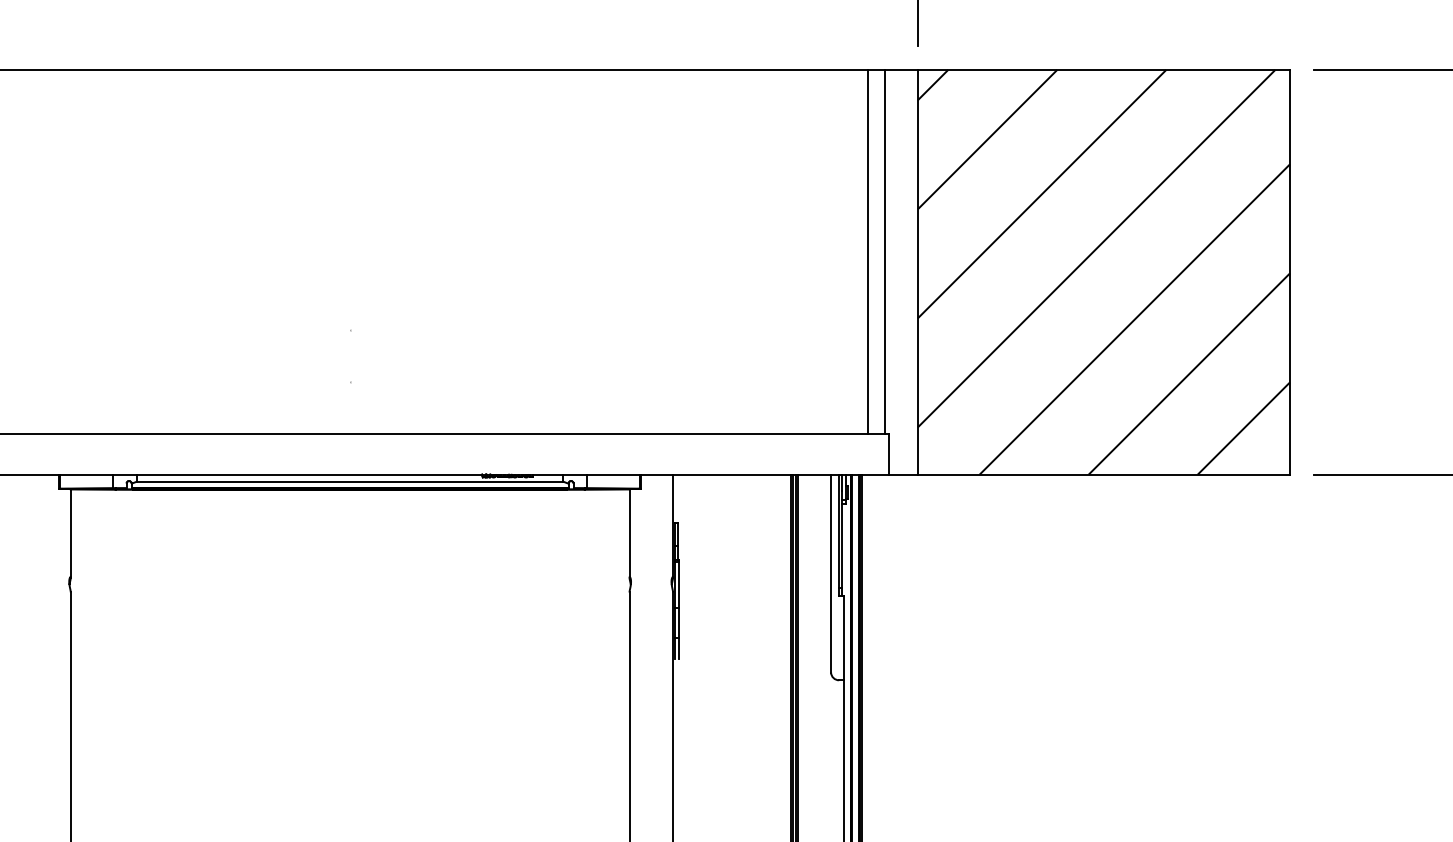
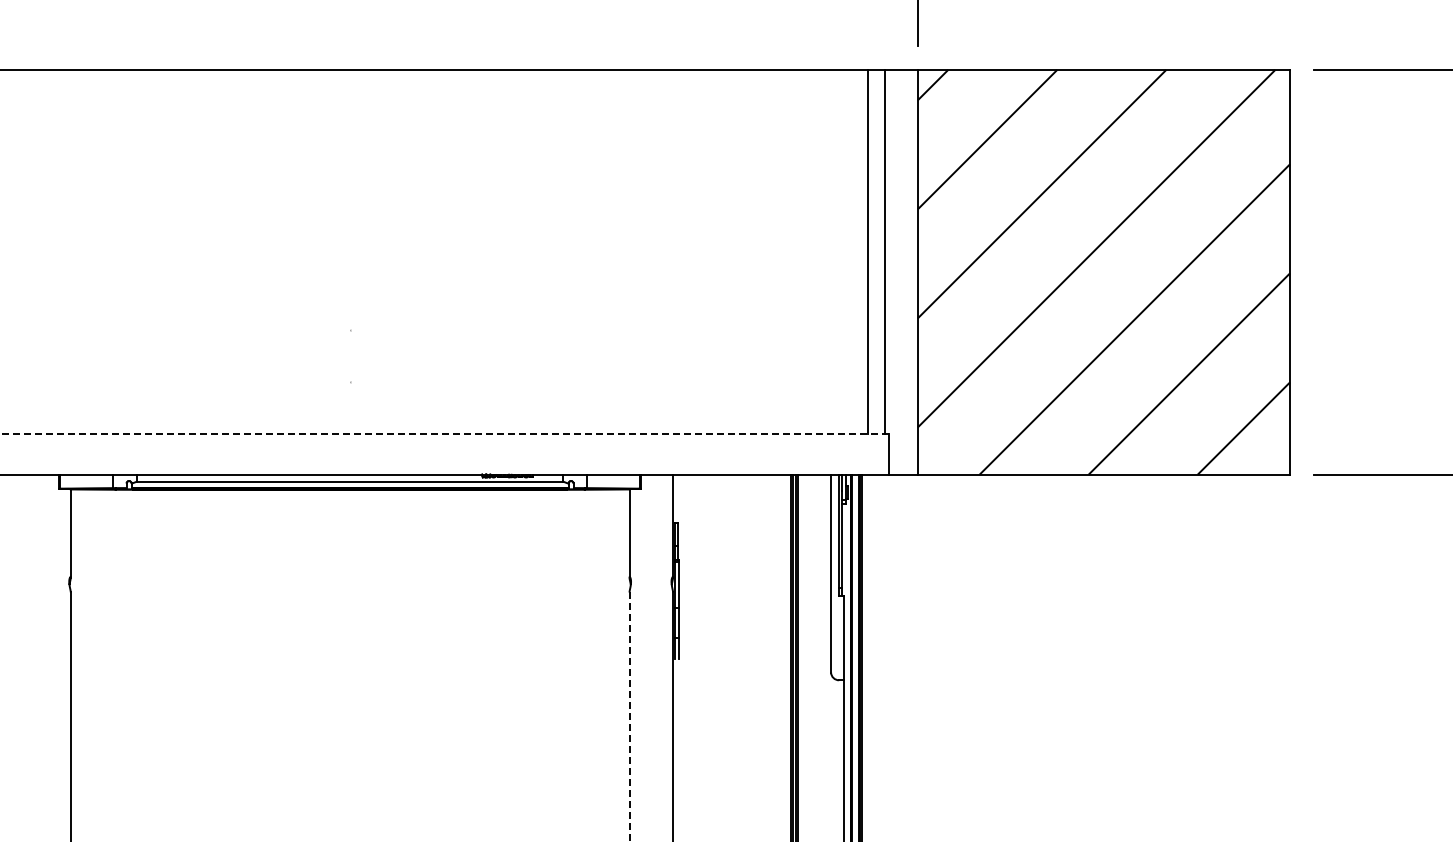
line at (444, 434): solid -> dashed
line at (629, 717): solid -> dashed
